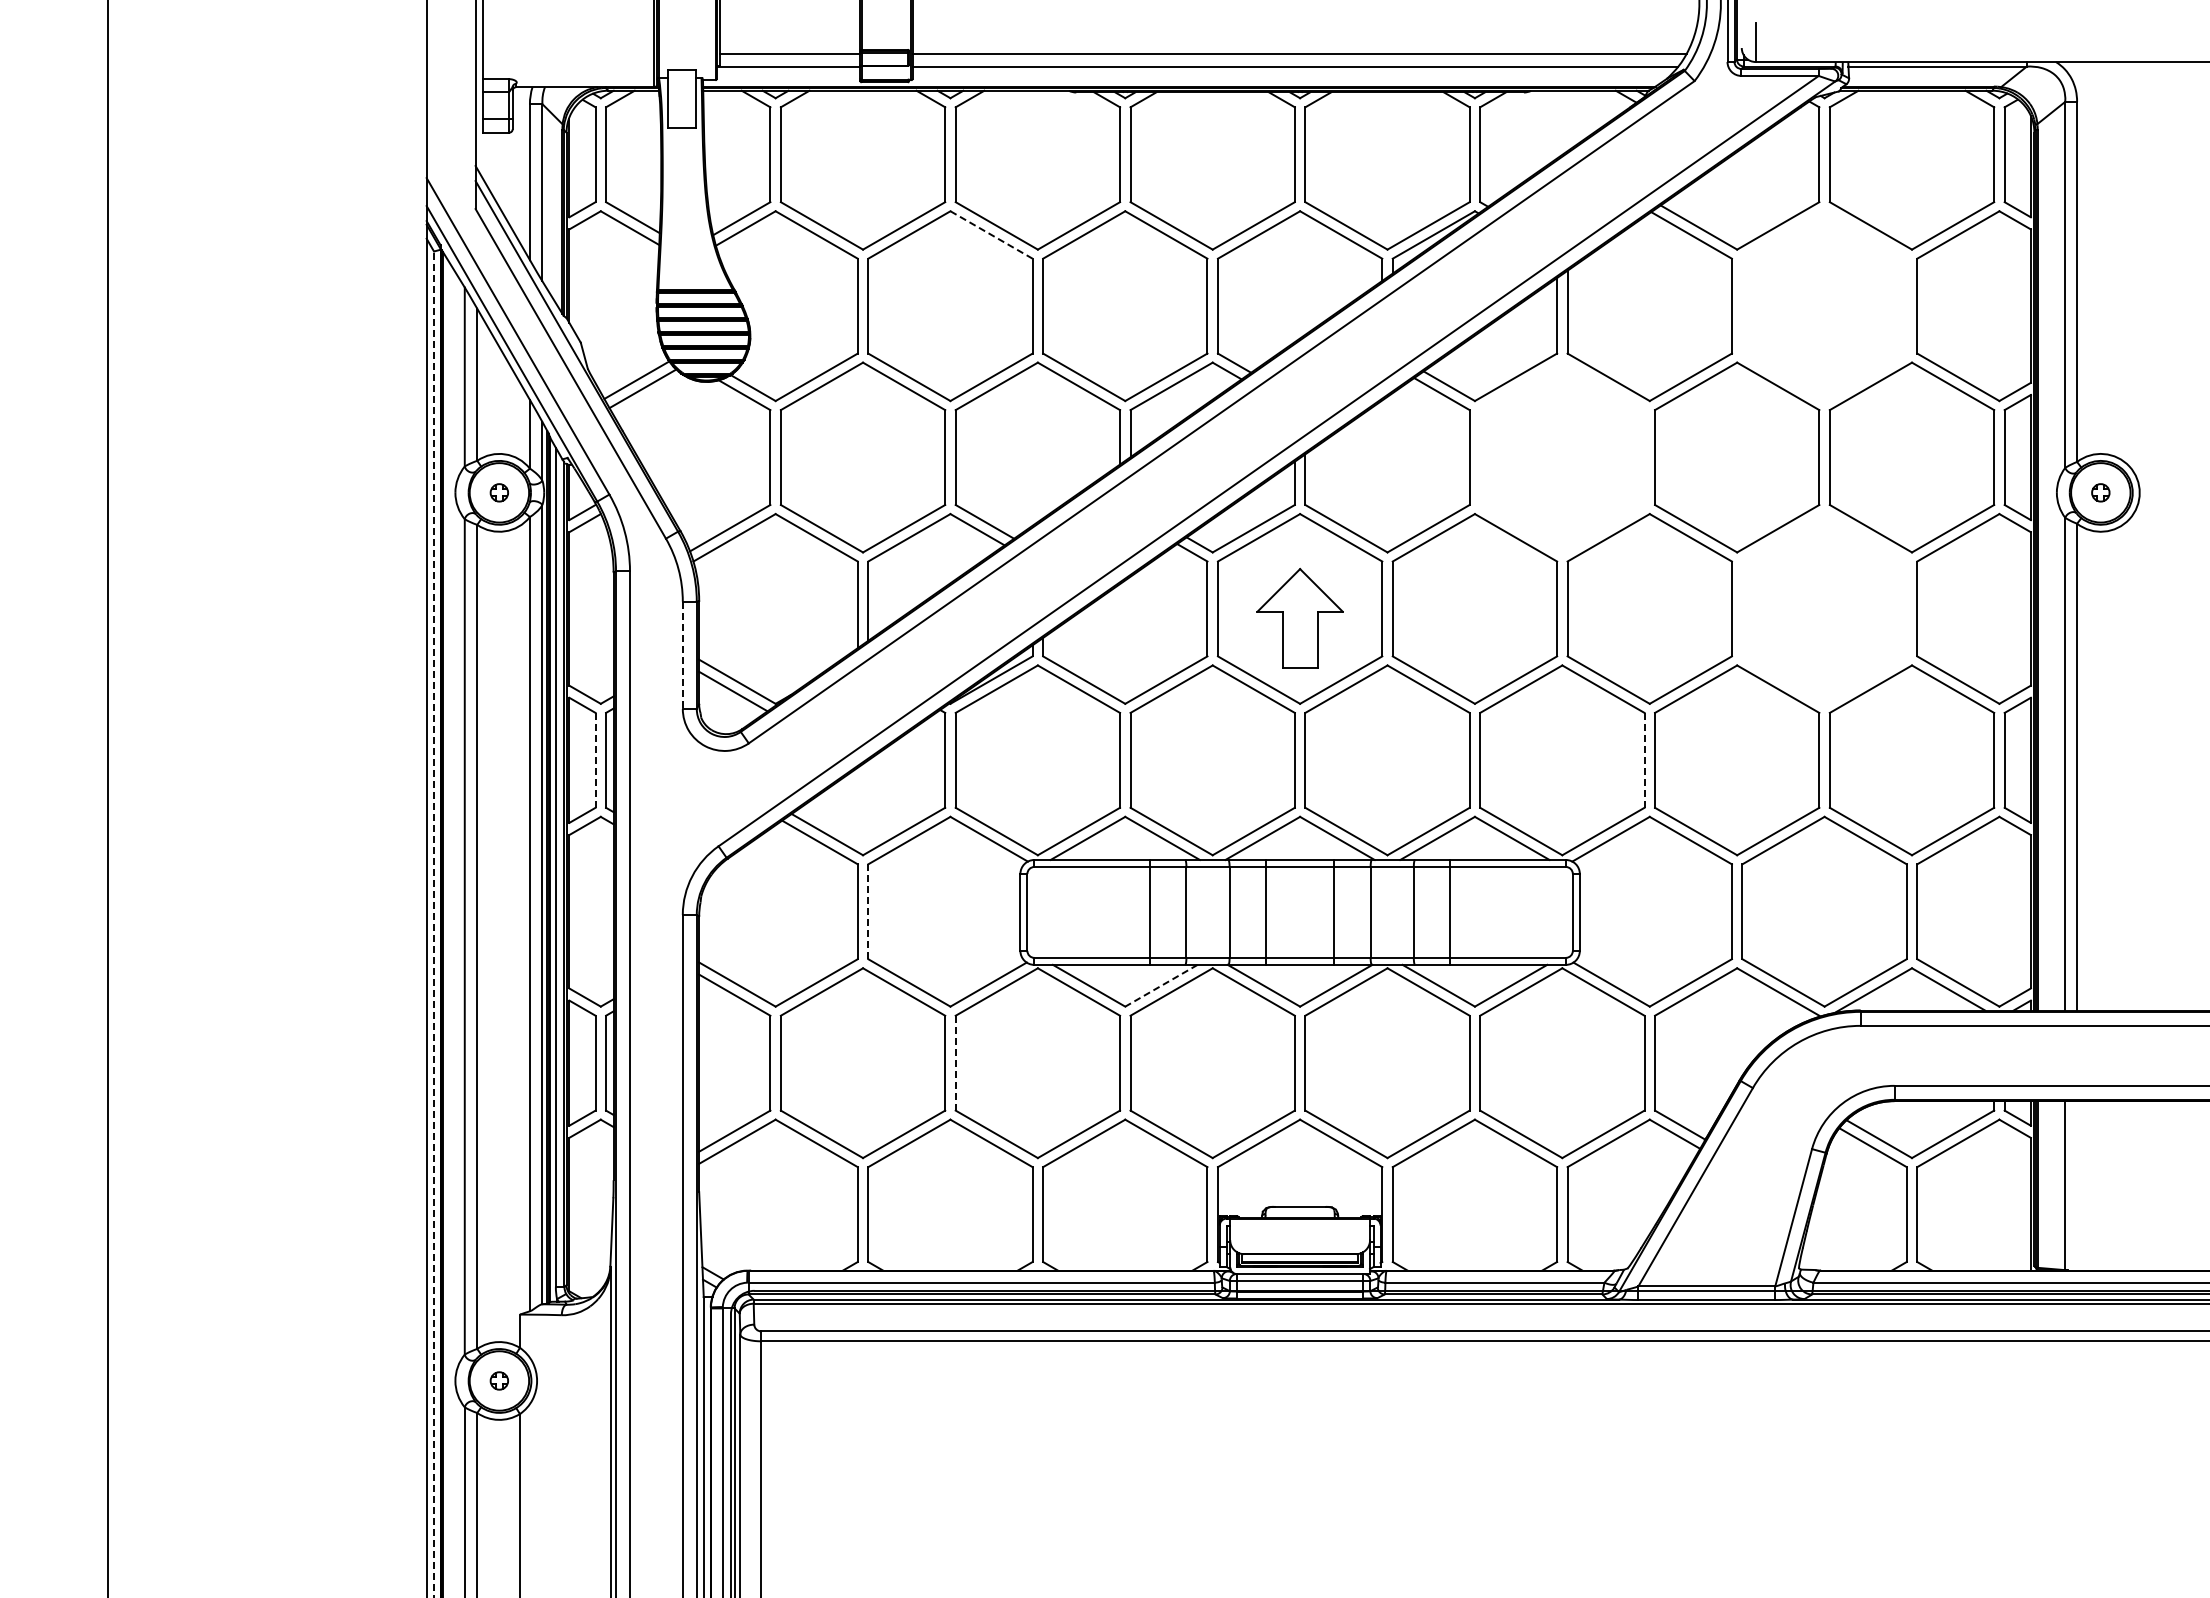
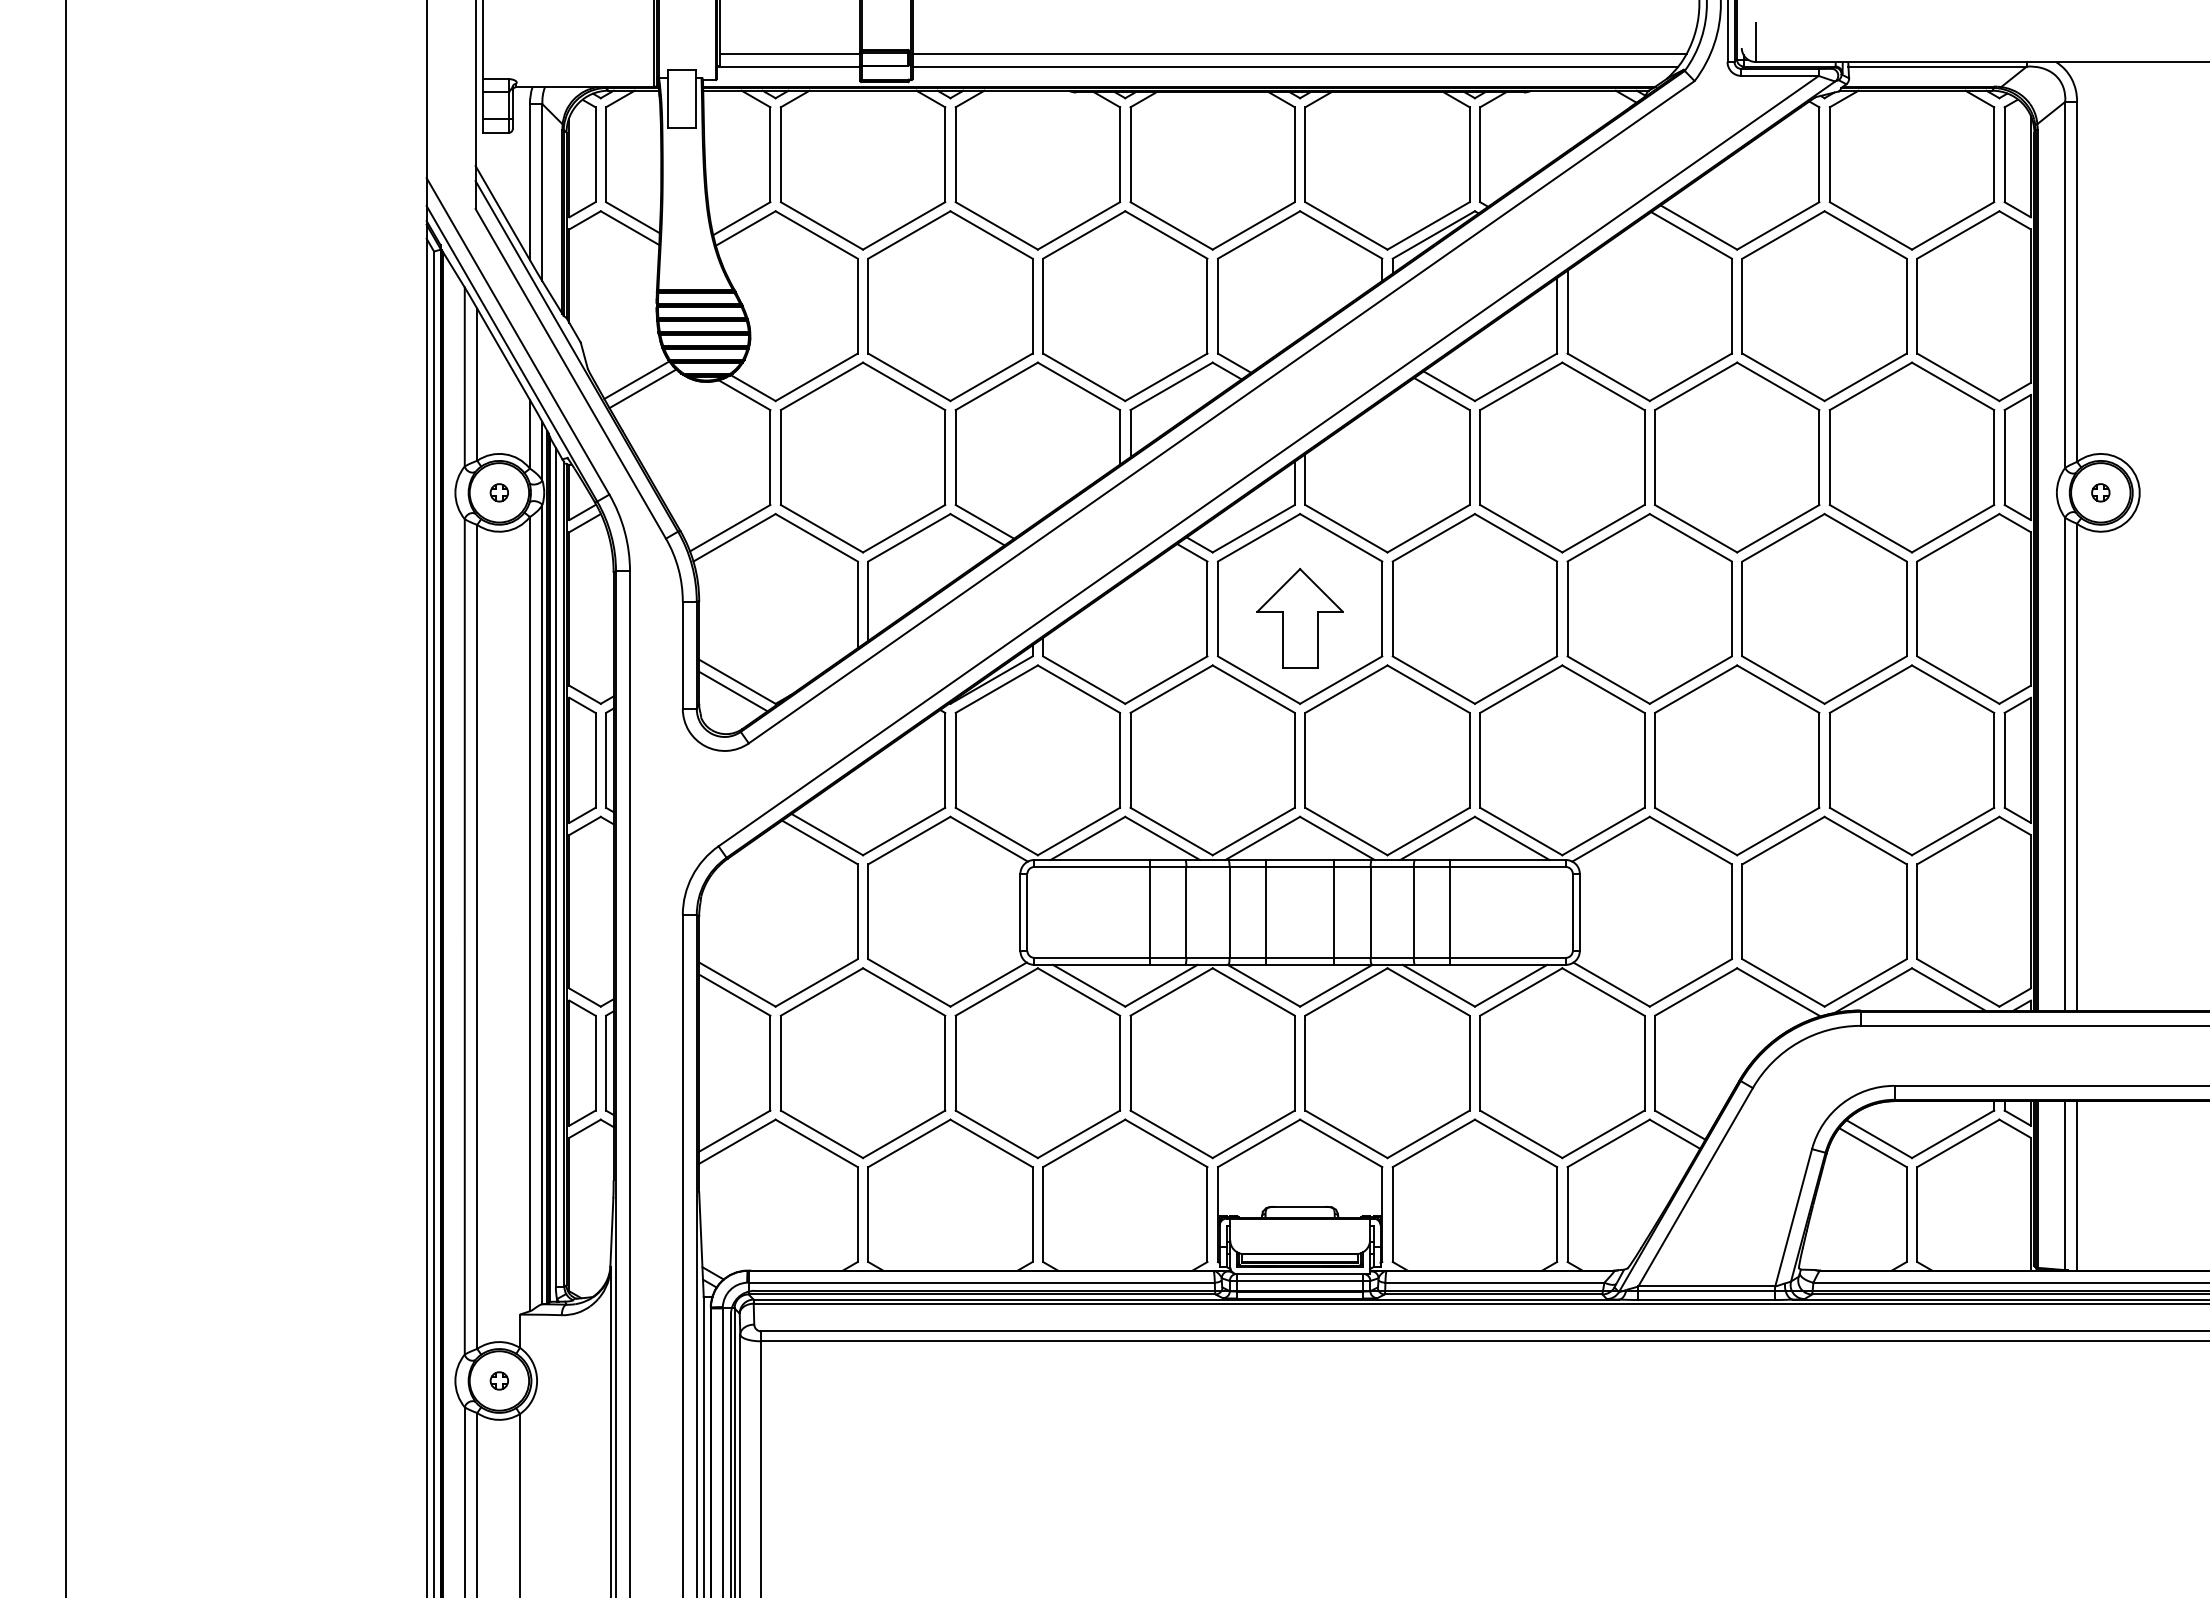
line at (991, 235): dashed -> solid
part at (1824, 306): none -> present
part at (1562, 457): none -> present
part at (1824, 608): none -> present
line at (682, 655): dashed -> solid
line at (595, 760): dashed -> solid
line at (1644, 760): dashed -> solid
line at (108, 798) position: (108, 798) -> (66, 798)
line at (868, 911): dashed -> solid
line at (434, 924): dashed -> solid
line at (1161, 985): dashed -> solid
line at (955, 1062): dashed -> solid
line at (2077, 1185): none -> present
